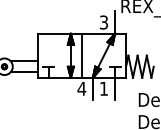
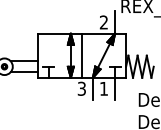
text at (103, 22): 3 -> 2
text at (81, 88): 4 -> 3
